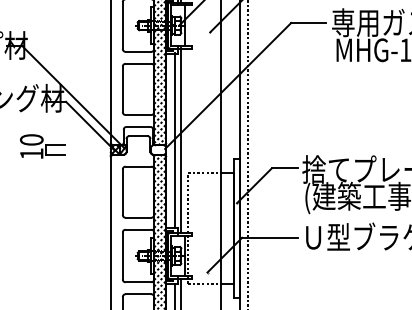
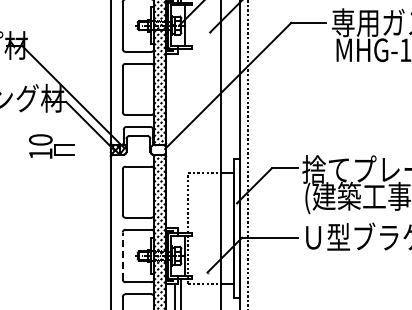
line at (175, 140): present -> none
line at (180, 140): present -> none
part at (42, 146) position: (42, 146) -> (51, 146)
line at (122, 256): solid -> dashed
